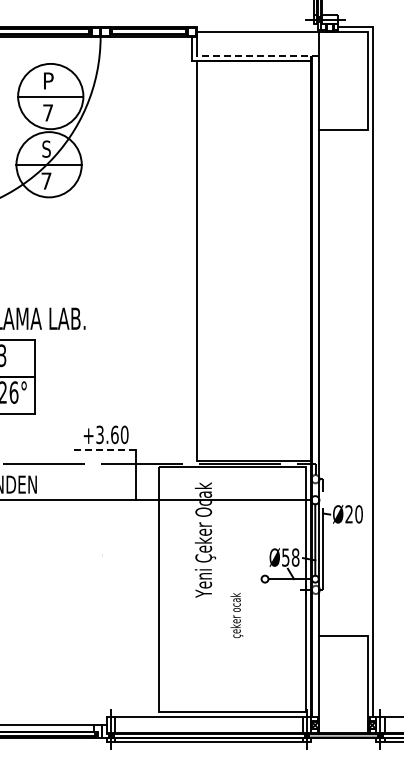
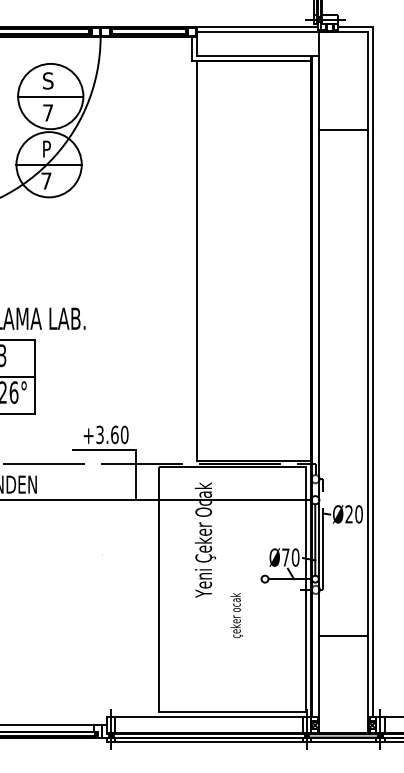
line at (256, 26): none -> present
line at (257, 56): dashed -> solid
text at (48, 80): P -> S
text at (46, 148): S -> P
line at (368, 382): none -> present
line at (104, 449): dashed -> solid
text at (290, 557): Ø58 -> Ø70
line at (343, 741): none -> present
